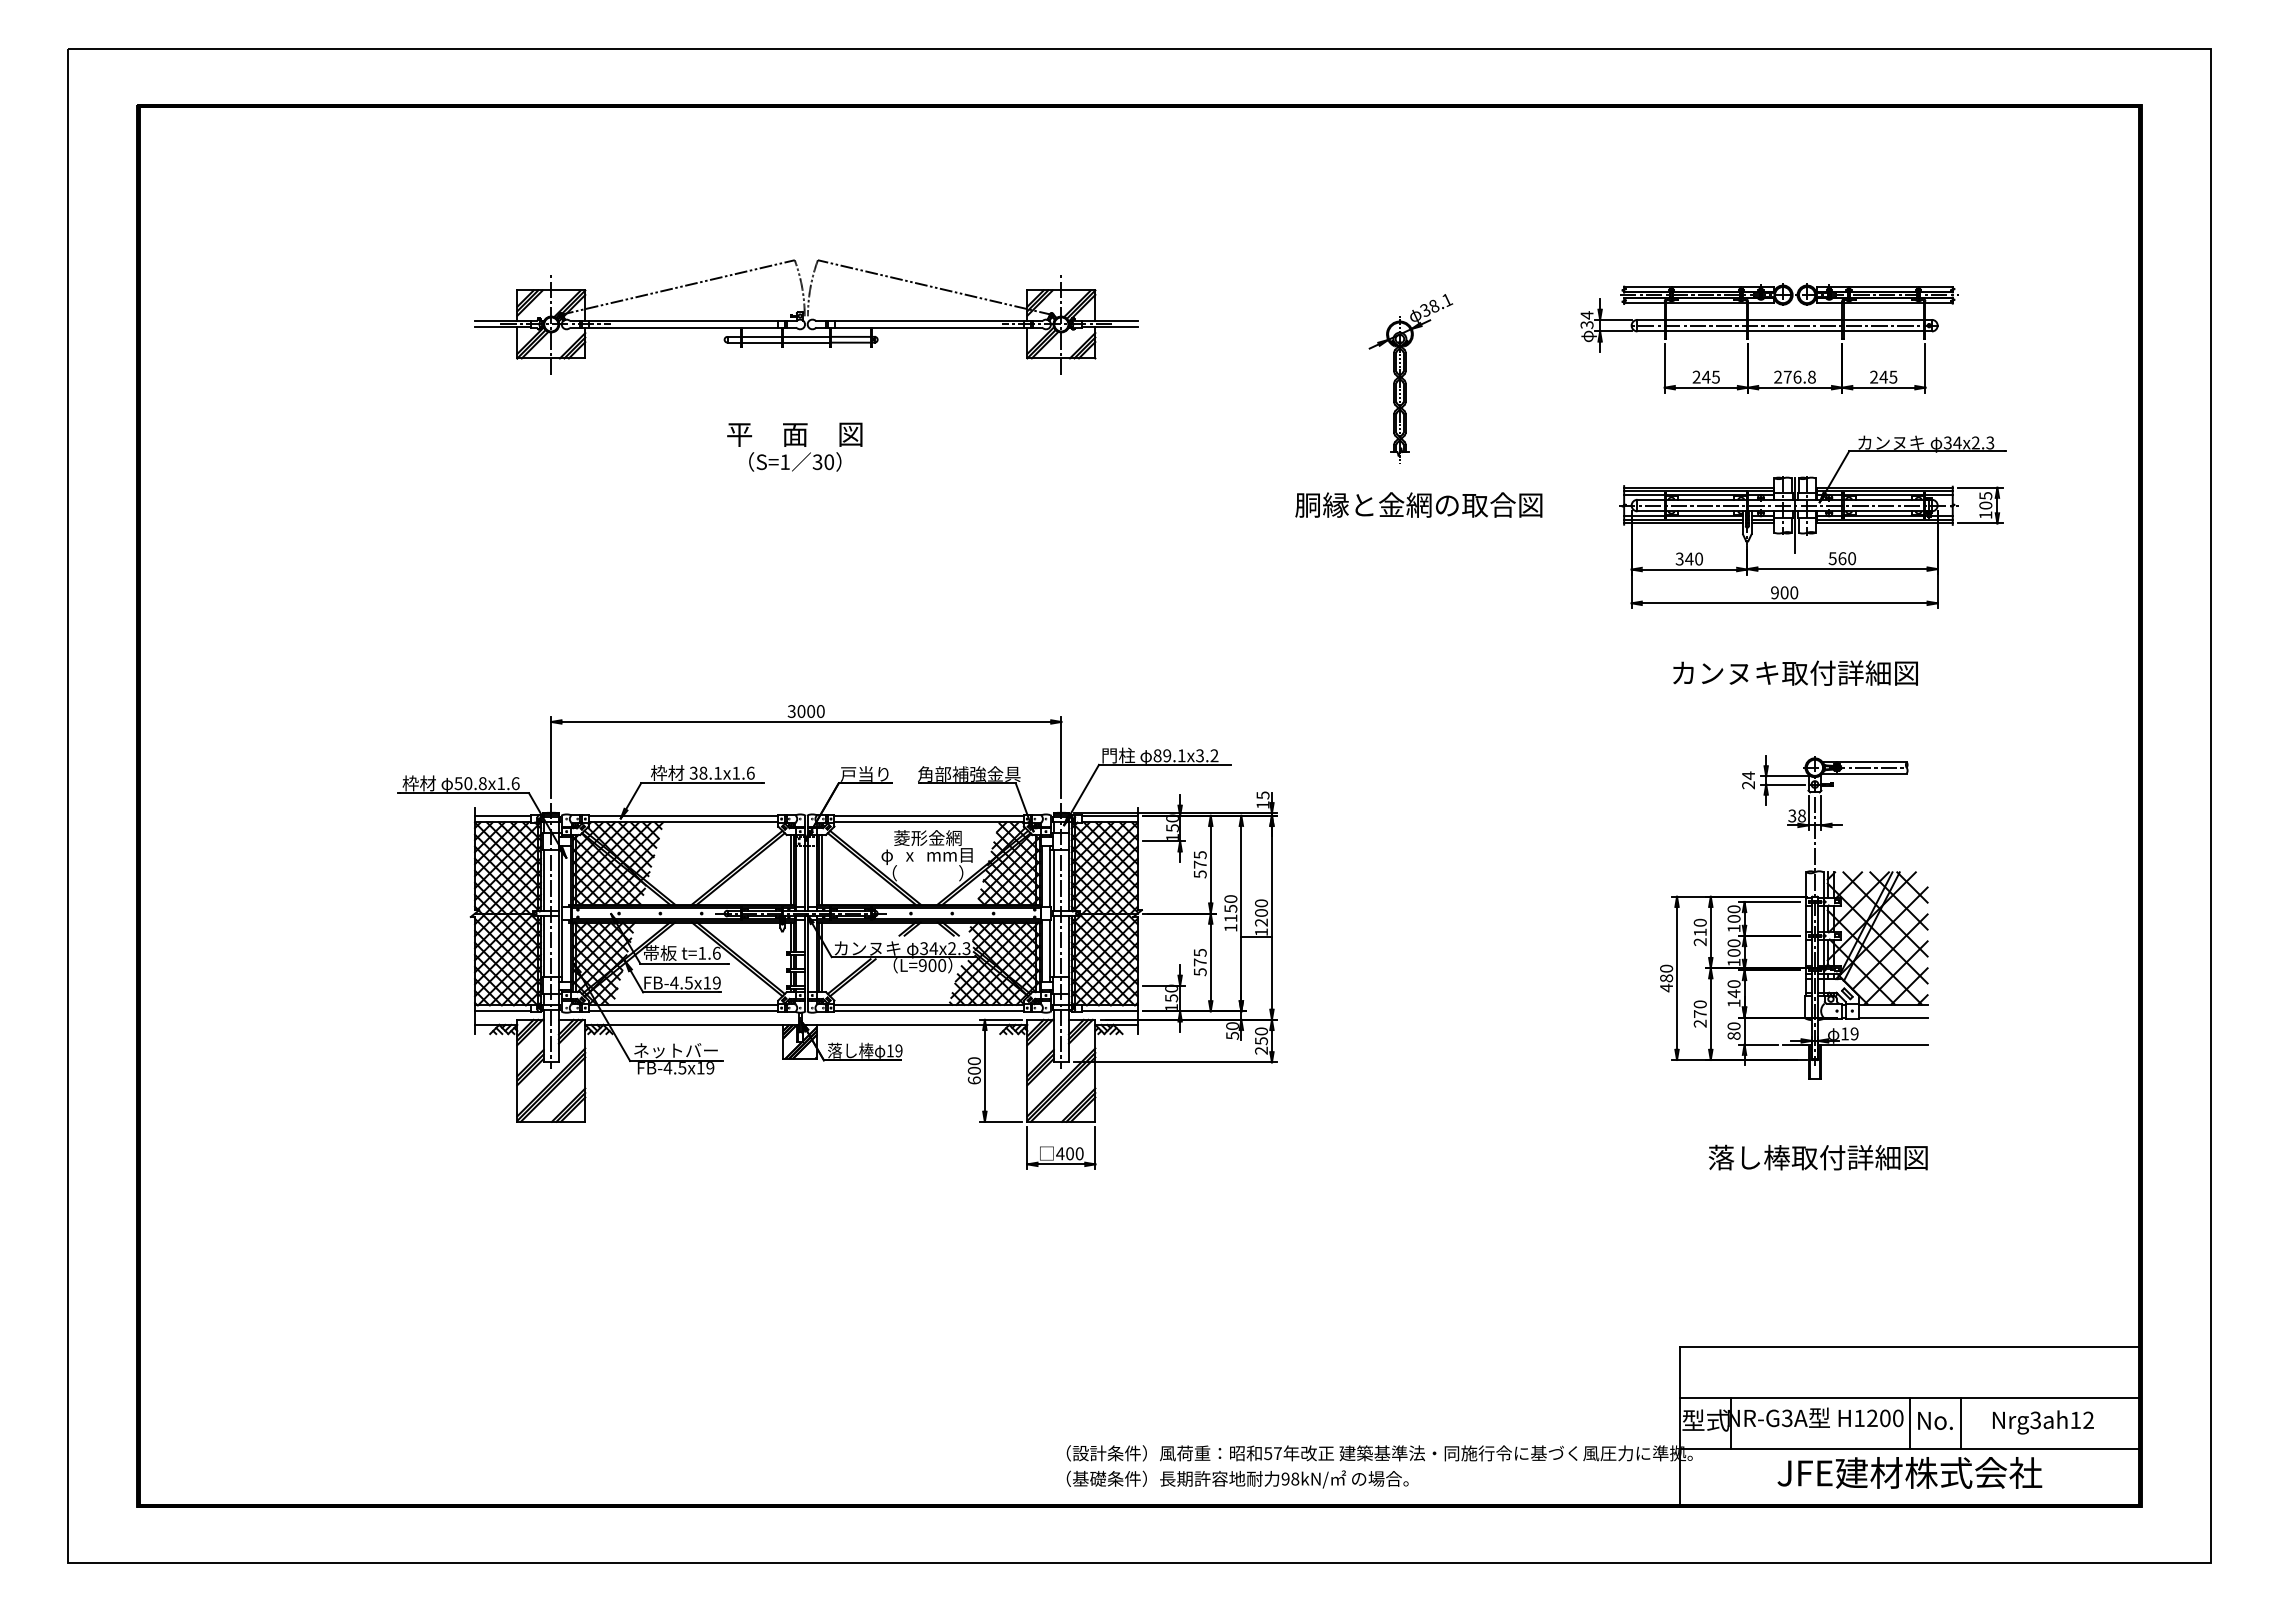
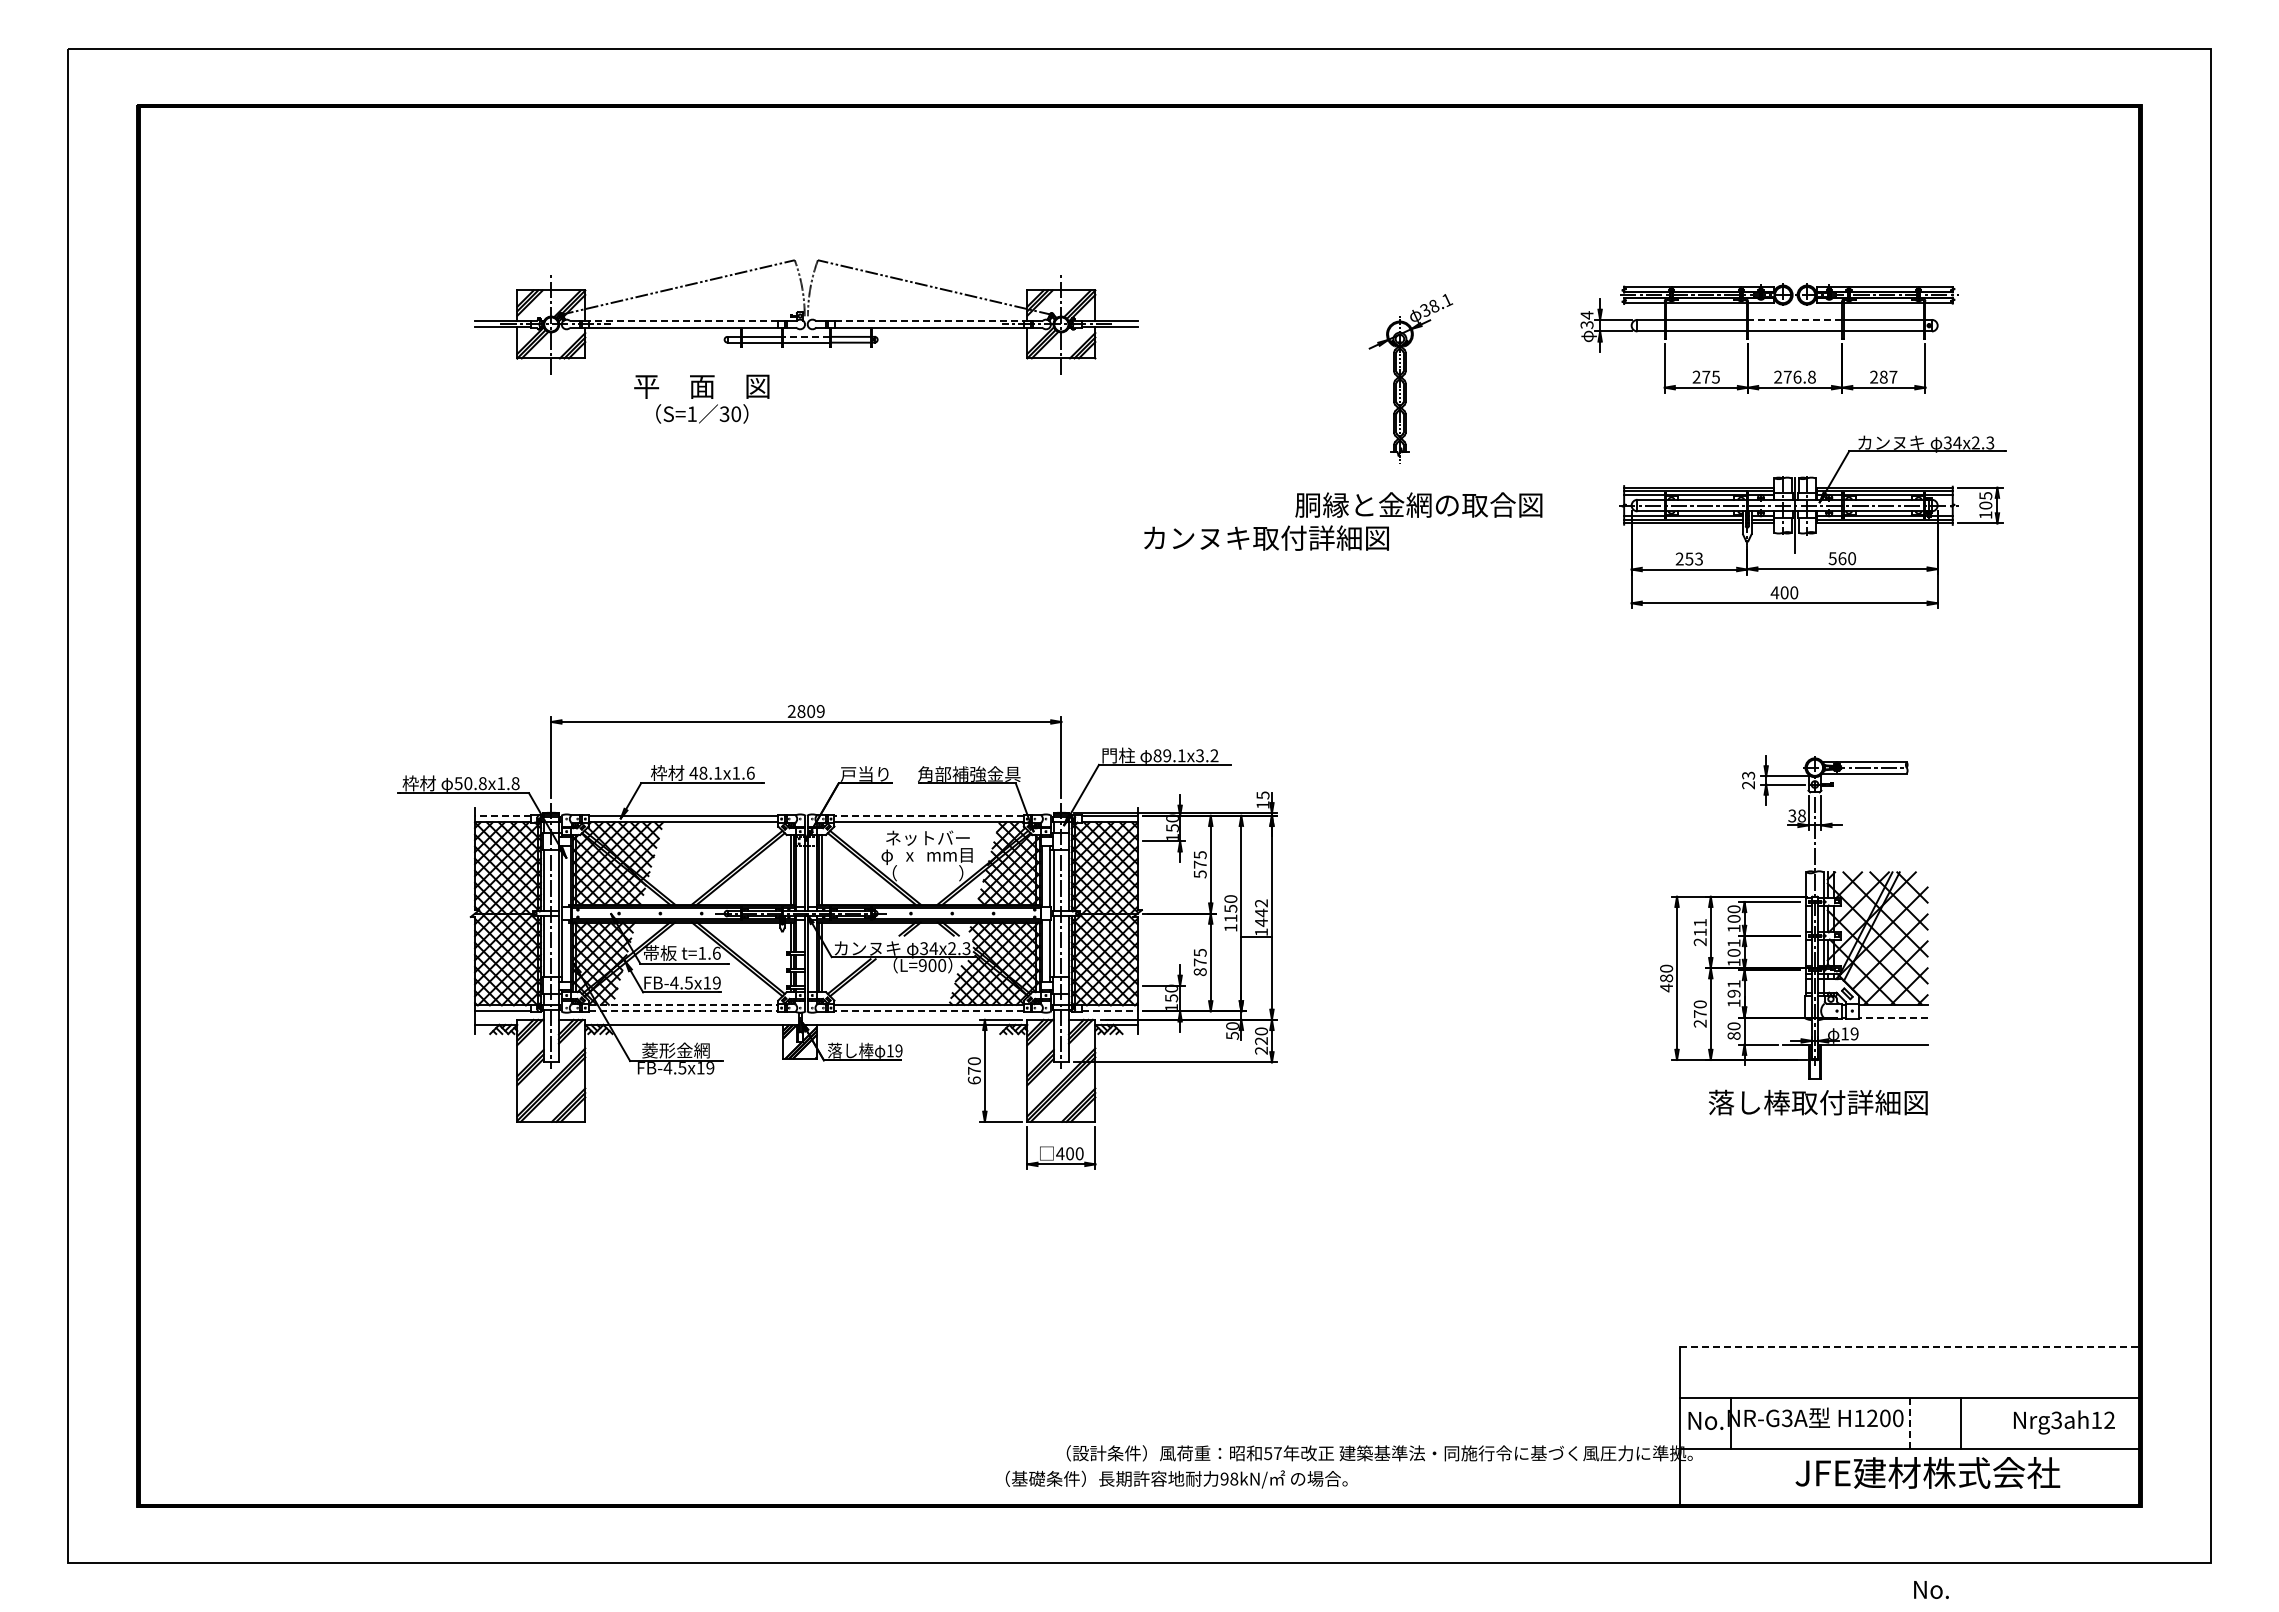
line at (1794, 319): solid -> dashed
line at (683, 321): solid -> dashed
line at (929, 321): solid -> dashed
line at (1784, 325): present -> none
line at (806, 336): solid -> dashed
text at (1706, 376): 245 -> 275
text at (1888, 376): 245 -> 287
text at (794, 446) position: (794, 446) -> (701, 398)
text at (1688, 558): 340 -> 253
text at (1774, 592): 900 -> 400
text at (1795, 672) position: (1795, 672) -> (1266, 537)
text at (805, 711): 3000 -> 2809
text at (693, 772): 38.1x1.6 -> 48.1x1.6
text at (1748, 775): 24 -> 23
text at (515, 783): 50.8x1.6 -> 50.8x1.8
line at (502, 815): solid -> dashed
line at (929, 815): solid -> dashed
text at (927, 837): 菱形金網 -> ネットバー
text at (1261, 913): 1200 -> 1442
text at (1699, 922): 210 -> 211
text at (1733, 943): 100 -> 101
text at (1199, 972): 575 -> 875
text at (1733, 989): 140 -> 191
line at (683, 1004): solid -> dashed
line at (683, 1011): solid -> dashed
line at (929, 1011): solid -> dashed
line at (1109, 1011): solid -> dashed
line at (1892, 1017): solid -> dashed
text at (1261, 1041): 250 -> 220
text at (675, 1050): ネットバー -> 菱形金網
text at (973, 1070): 600 -> 670
text at (1817, 1157) position: (1817, 1157) -> (1817, 1102)
line at (1909, 1346): solid -> dashed
text at (1705, 1420): 型式 -> No.
text at (1935, 1420) position: (1935, 1420) -> (1931, 1589)
text at (2043, 1422) position: (2043, 1422) -> (2064, 1422)
line at (1909, 1423): solid -> dashed
text at (1909, 1472) position: (1909, 1472) -> (1927, 1472)
text at (1237, 1479) position: (1237, 1479) -> (1176, 1479)
